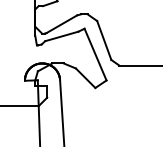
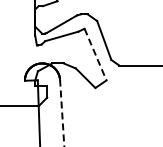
line at (95, 55): solid -> dashed
line at (62, 113): solid -> dashed
